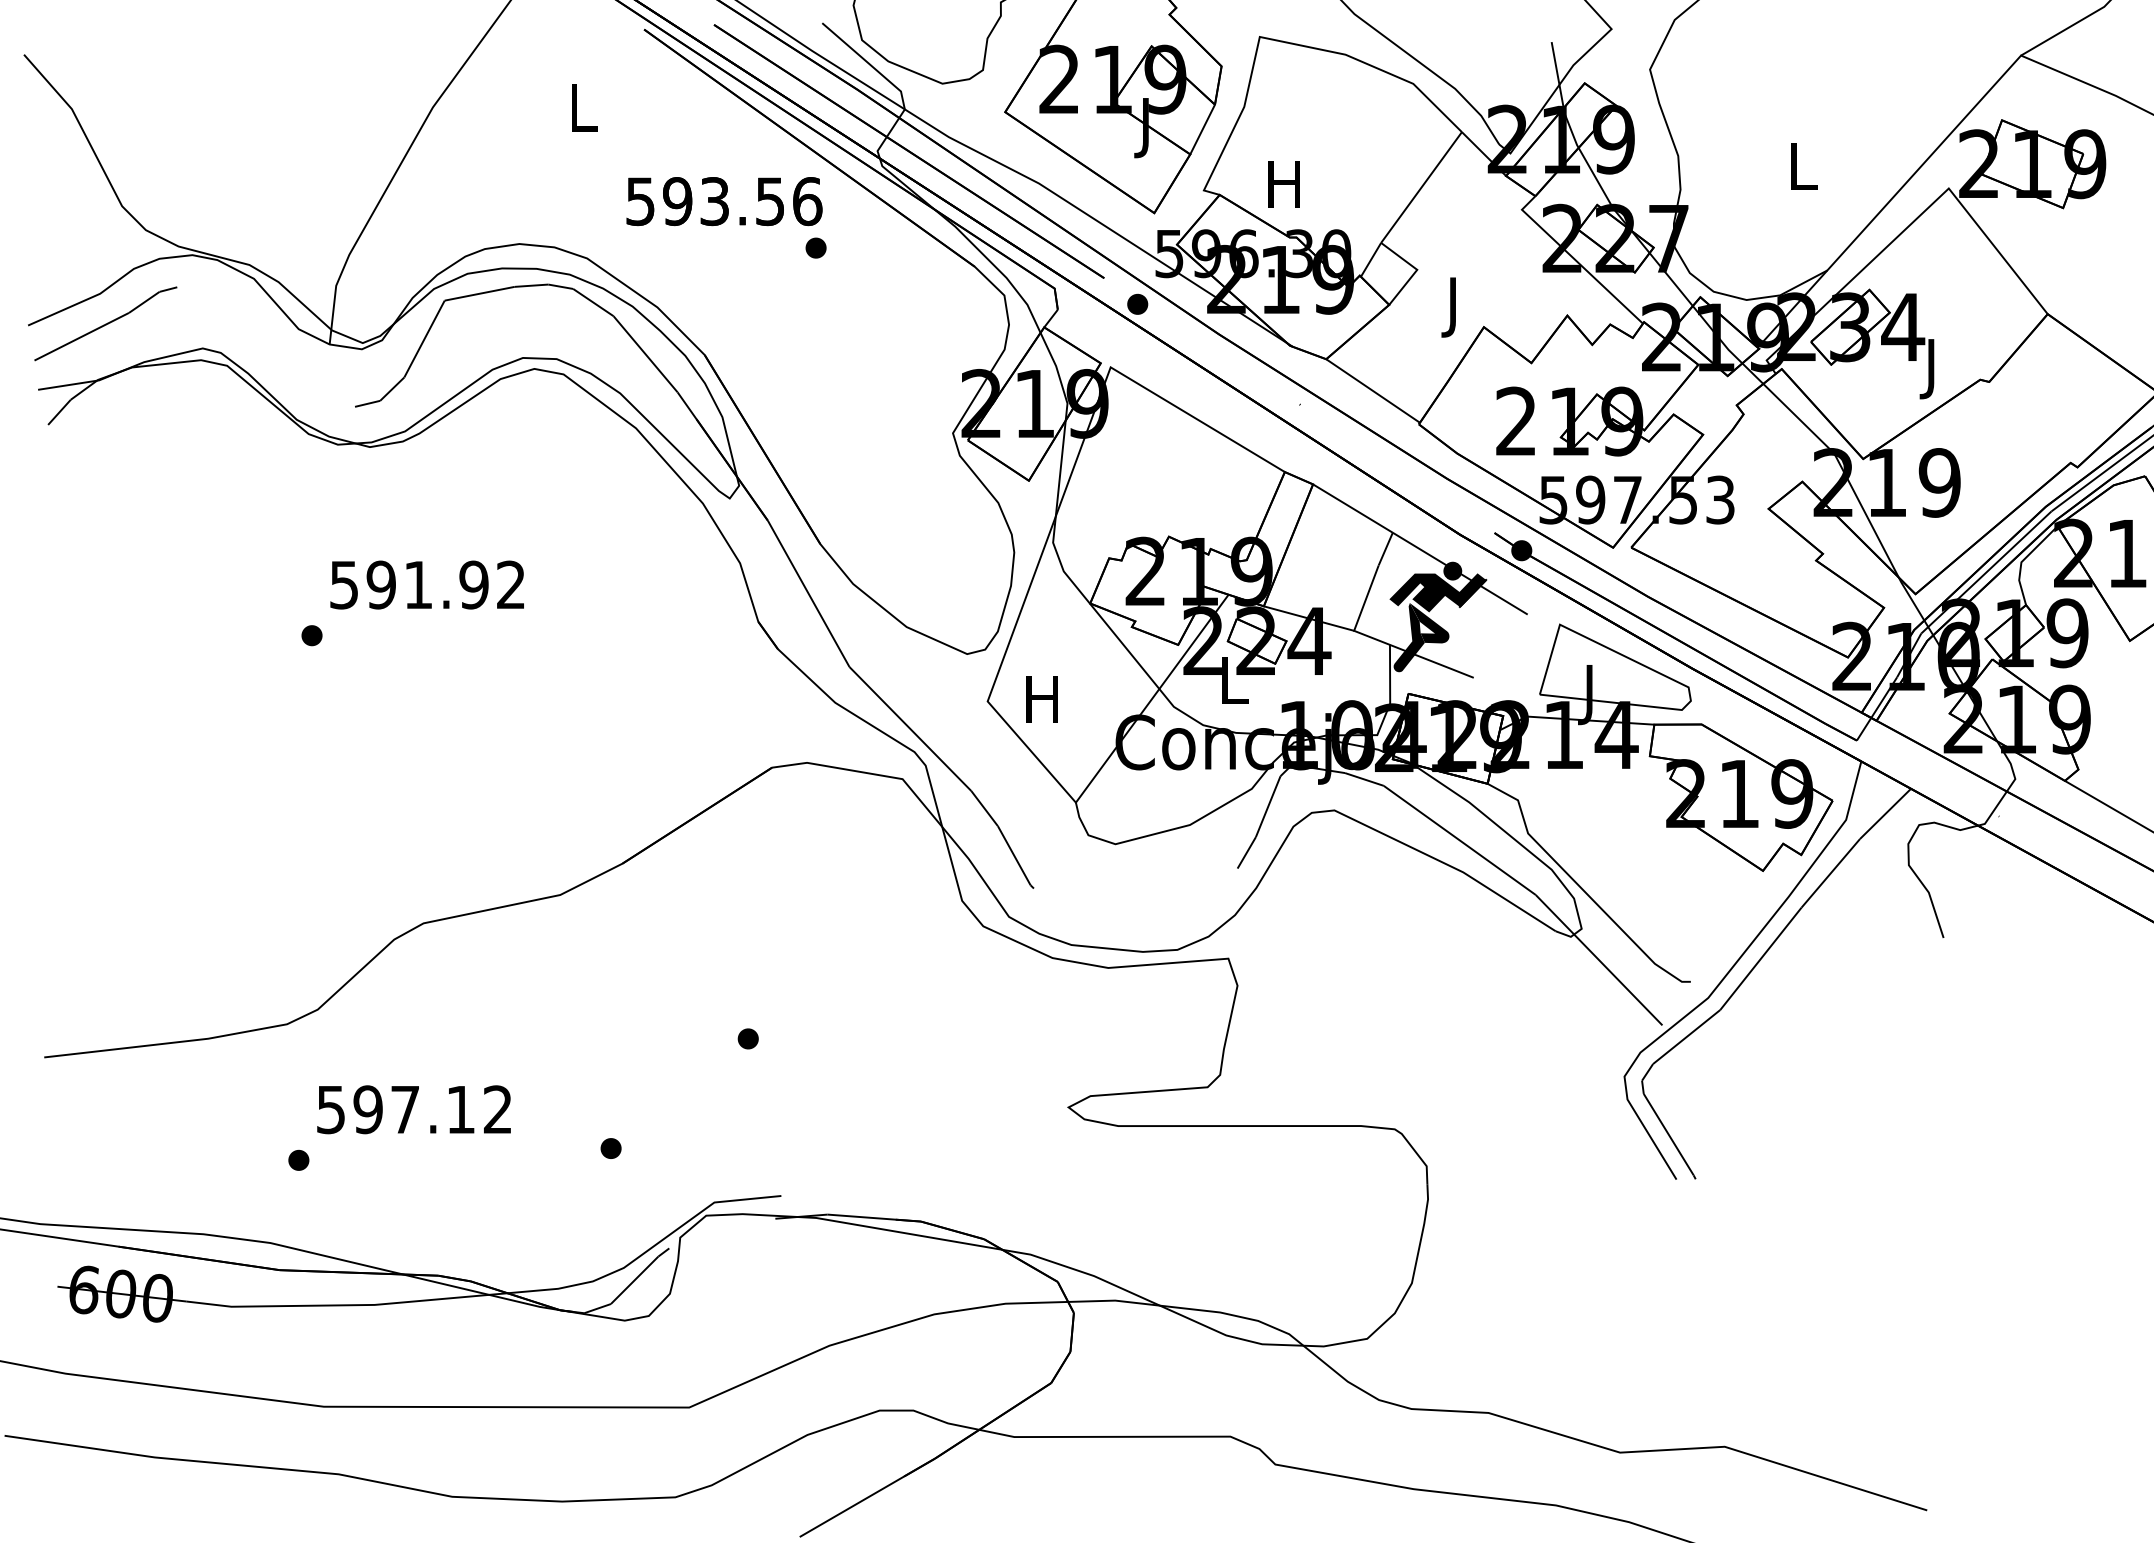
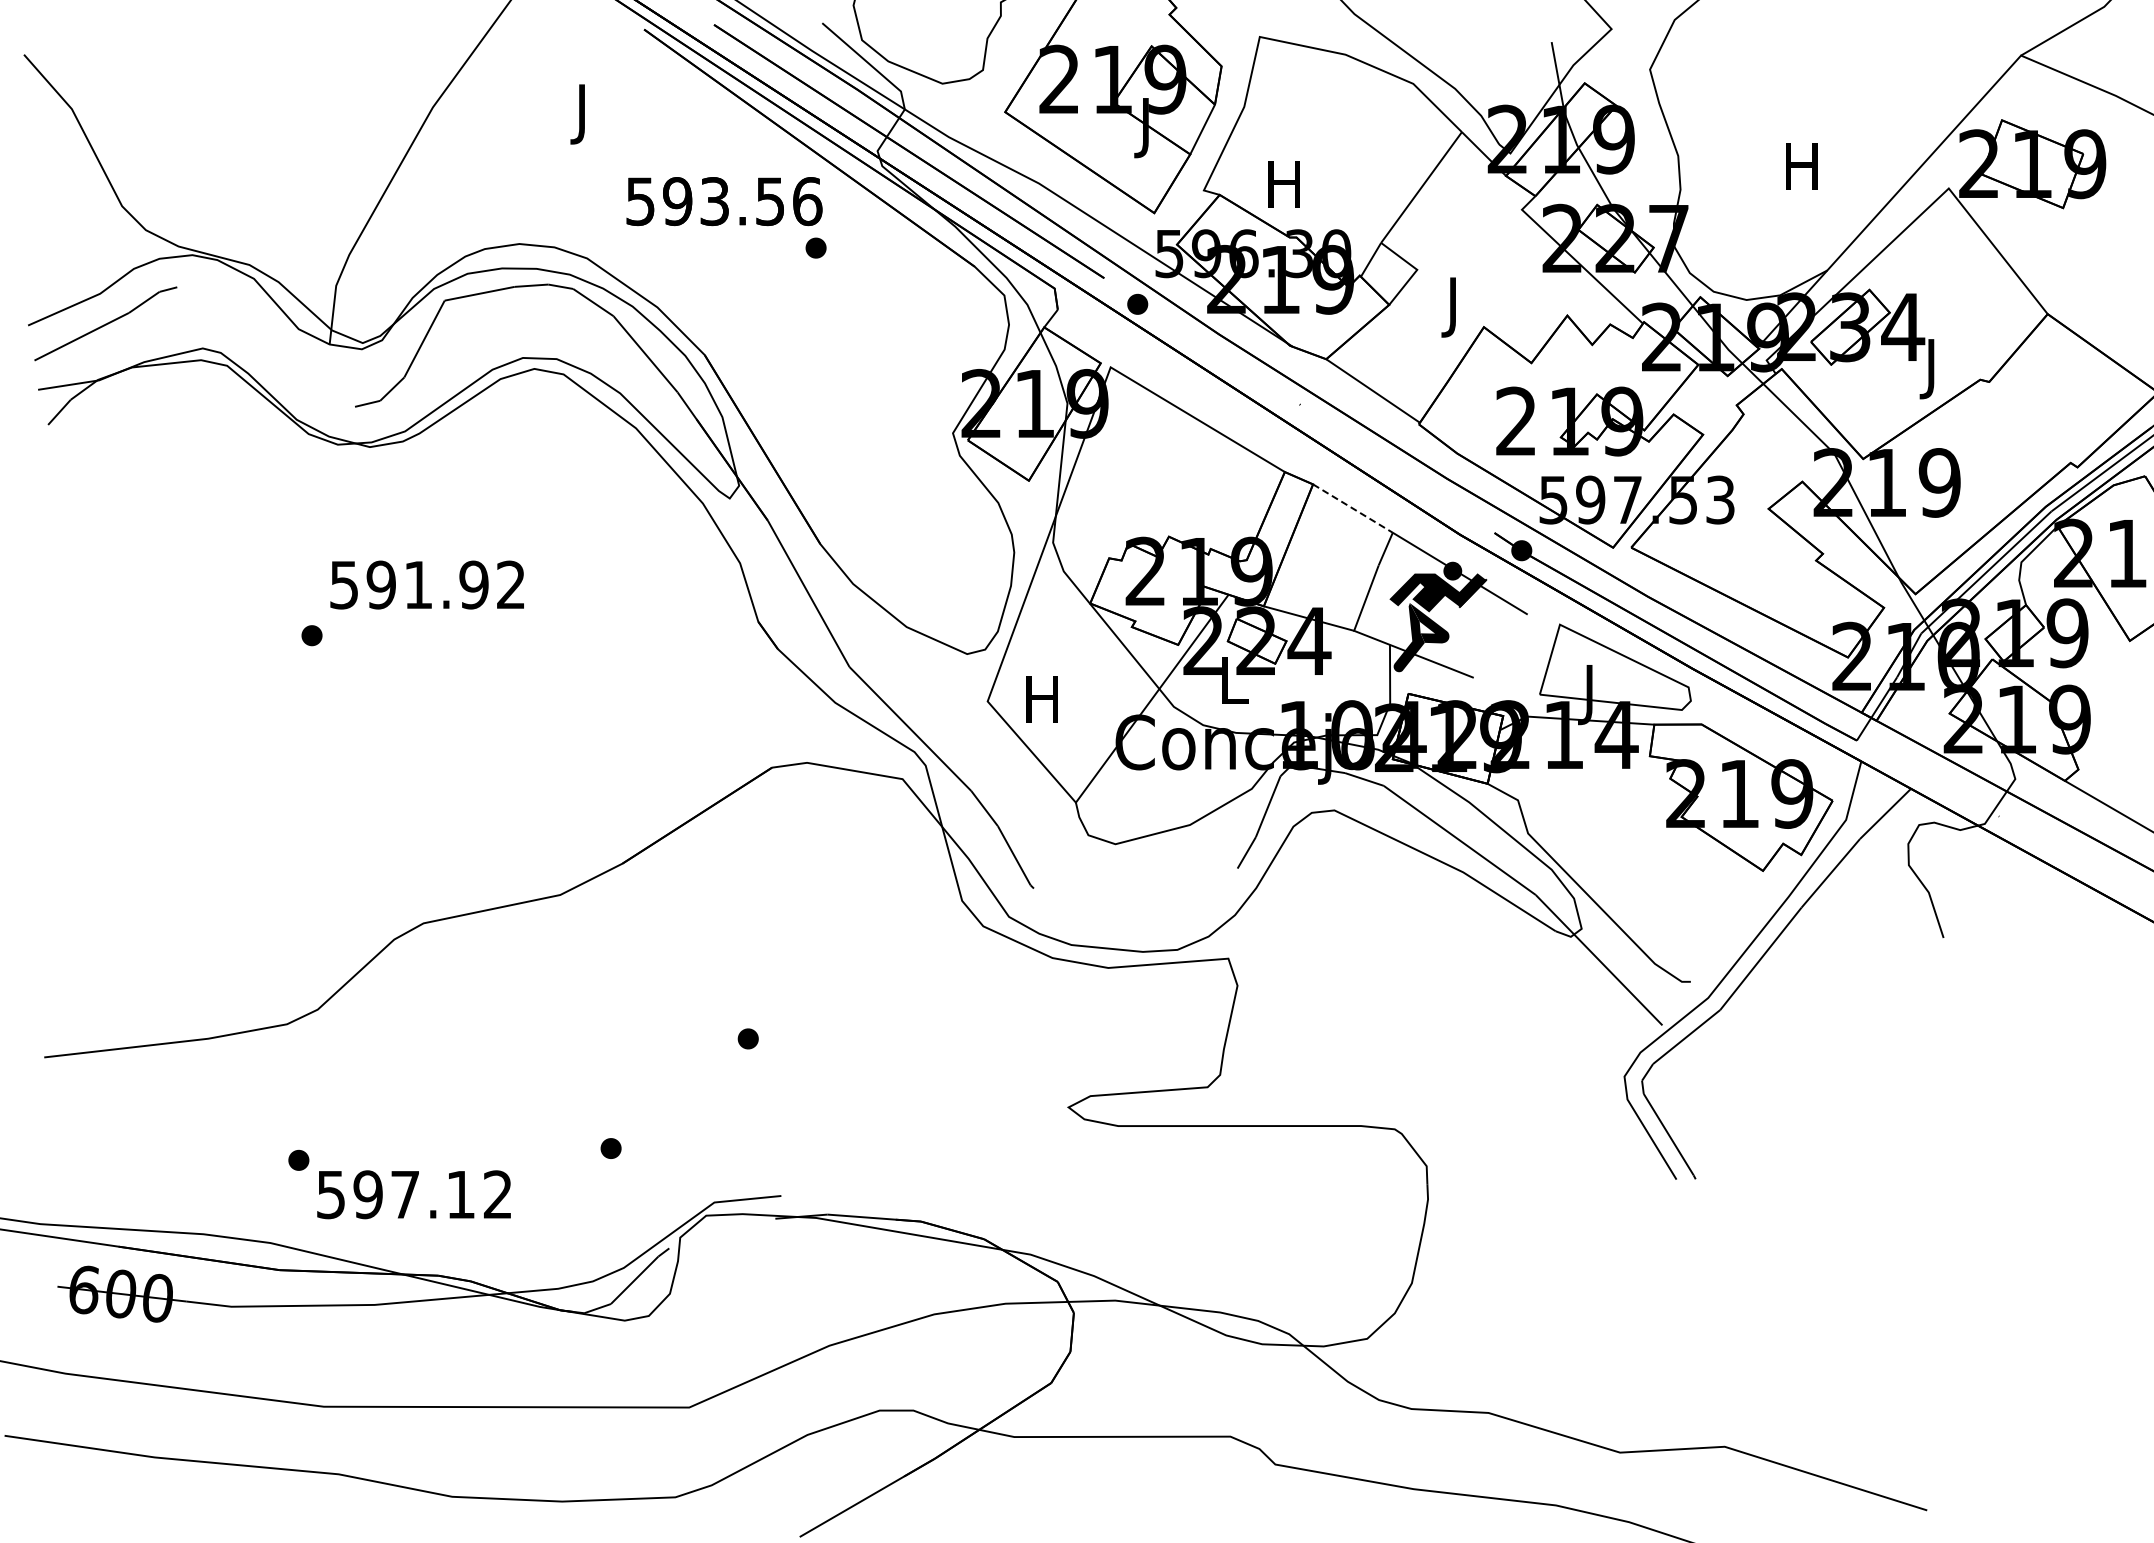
text at (583, 114): L -> J
text at (1801, 166): L -> H
line at (1352, 508): solid -> dashed
text at (413, 1109) position: (413, 1109) -> (413, 1194)
